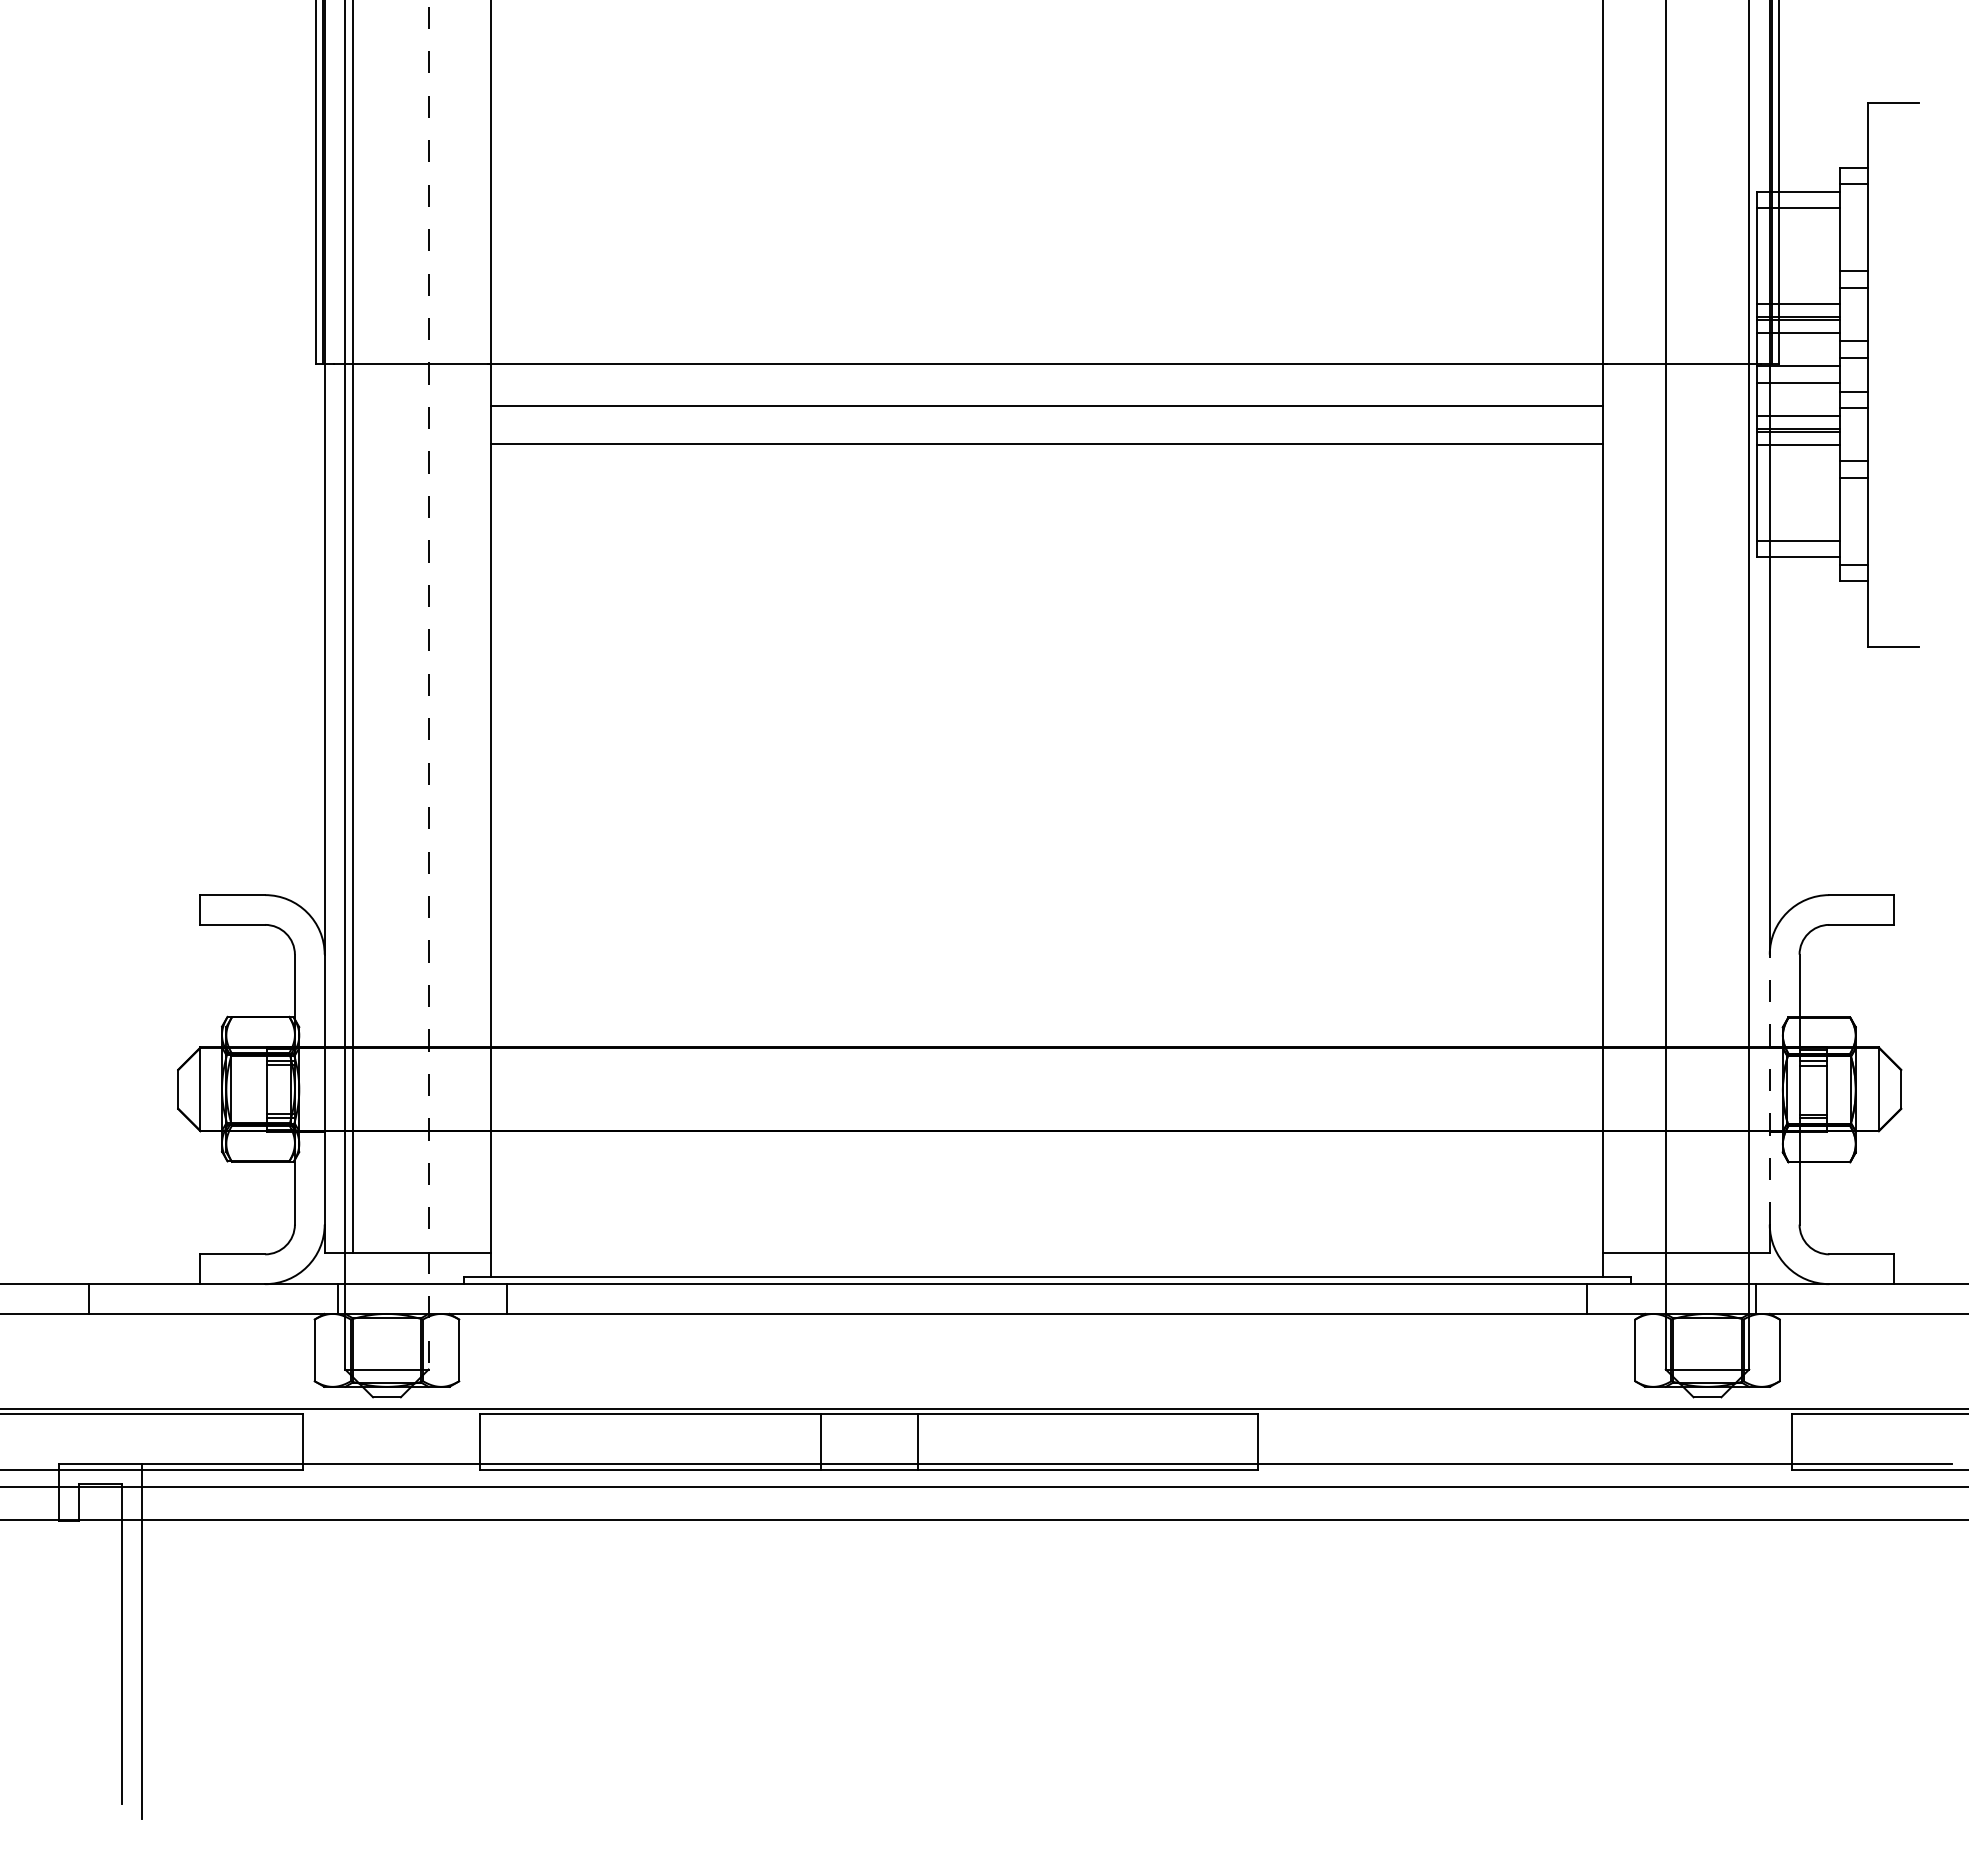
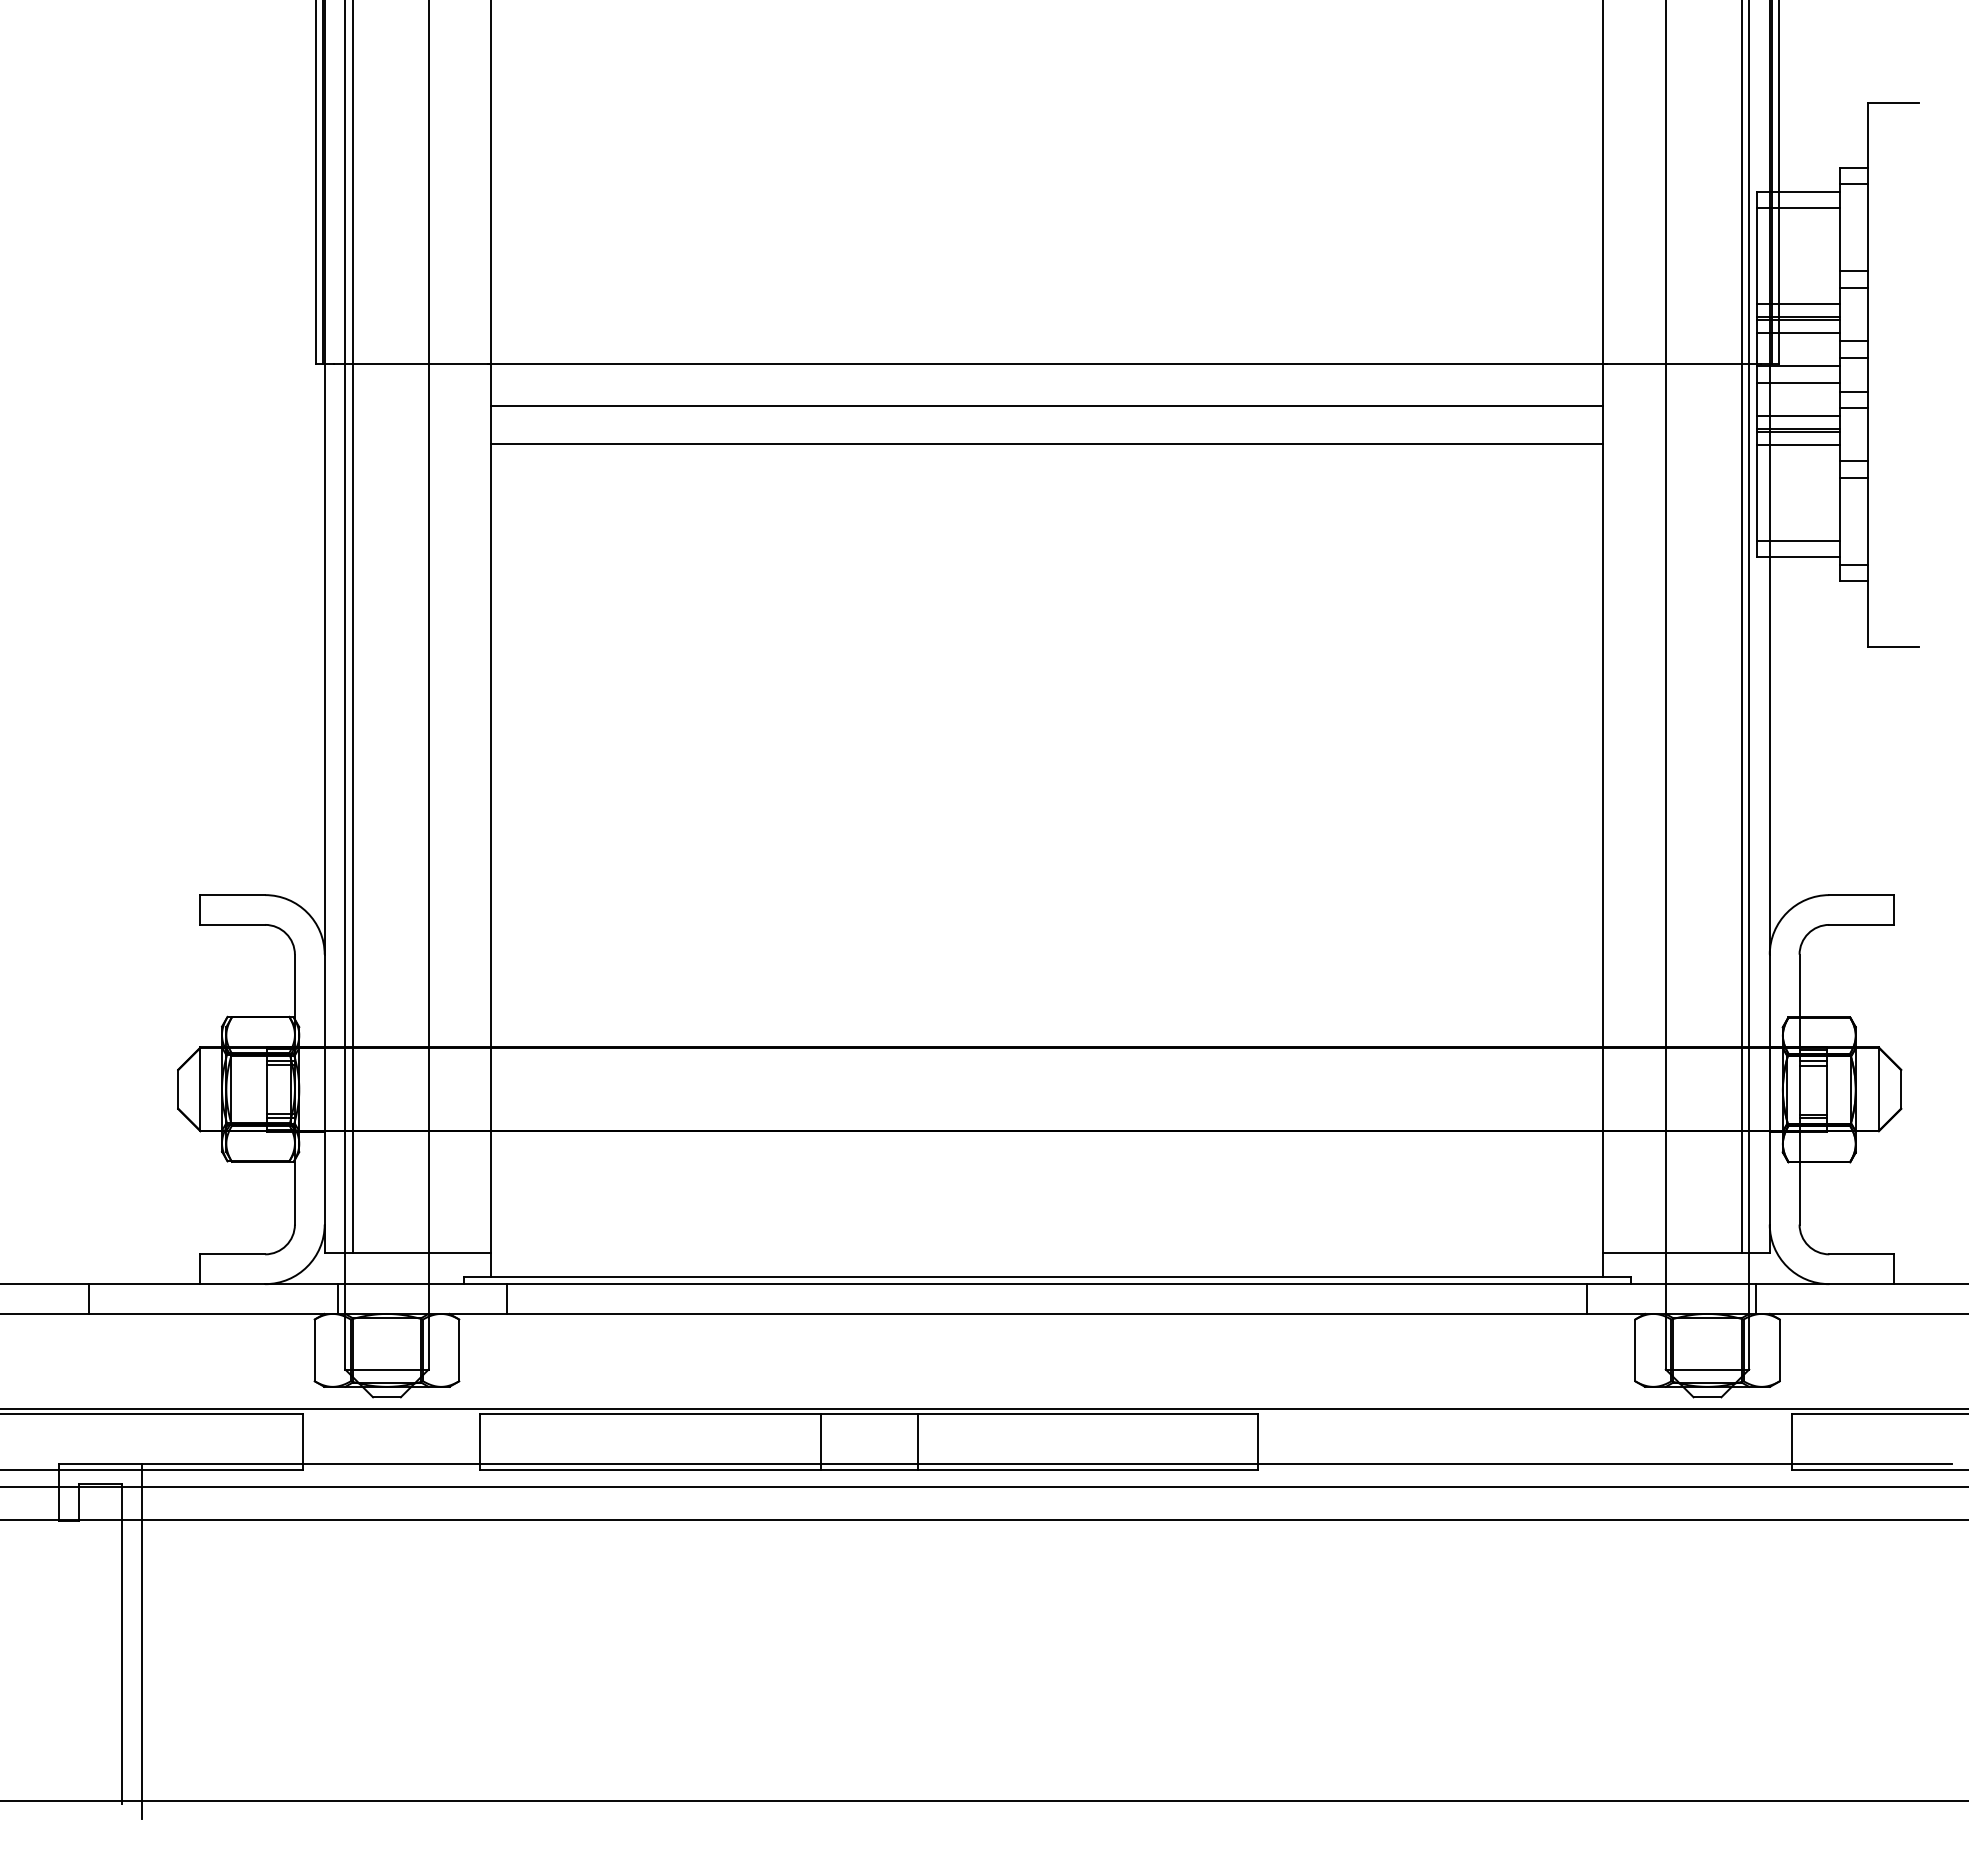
line at (1741, 627): none -> present
line at (428, 685): dashed -> solid
line at (1769, 1089): dashed -> solid
line at (983, 1801): none -> present
